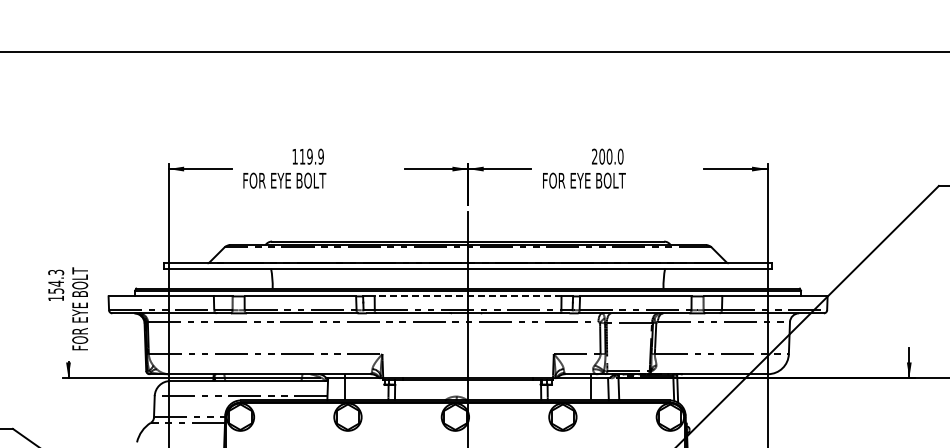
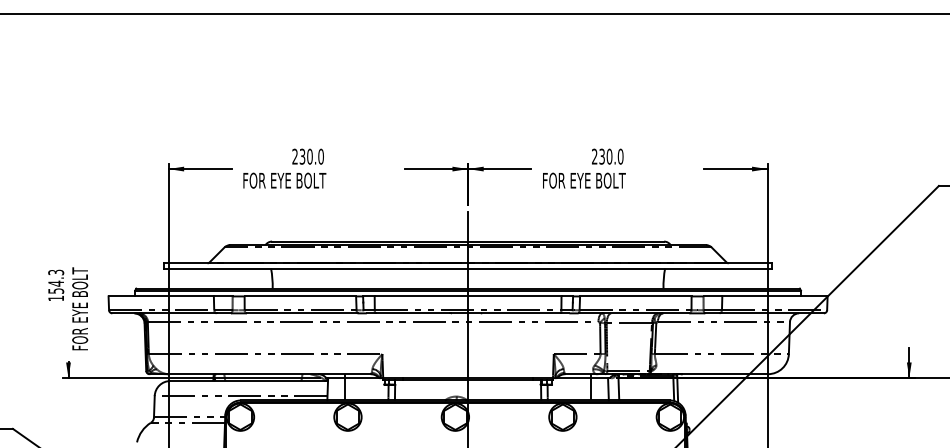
line at (474, 51) position: (474, 51) -> (474, 13)
text at (307, 156): 119.9 -> 230.0
text at (602, 156): 200.0 -> 230.0
line at (467, 296): dashed -> solid
